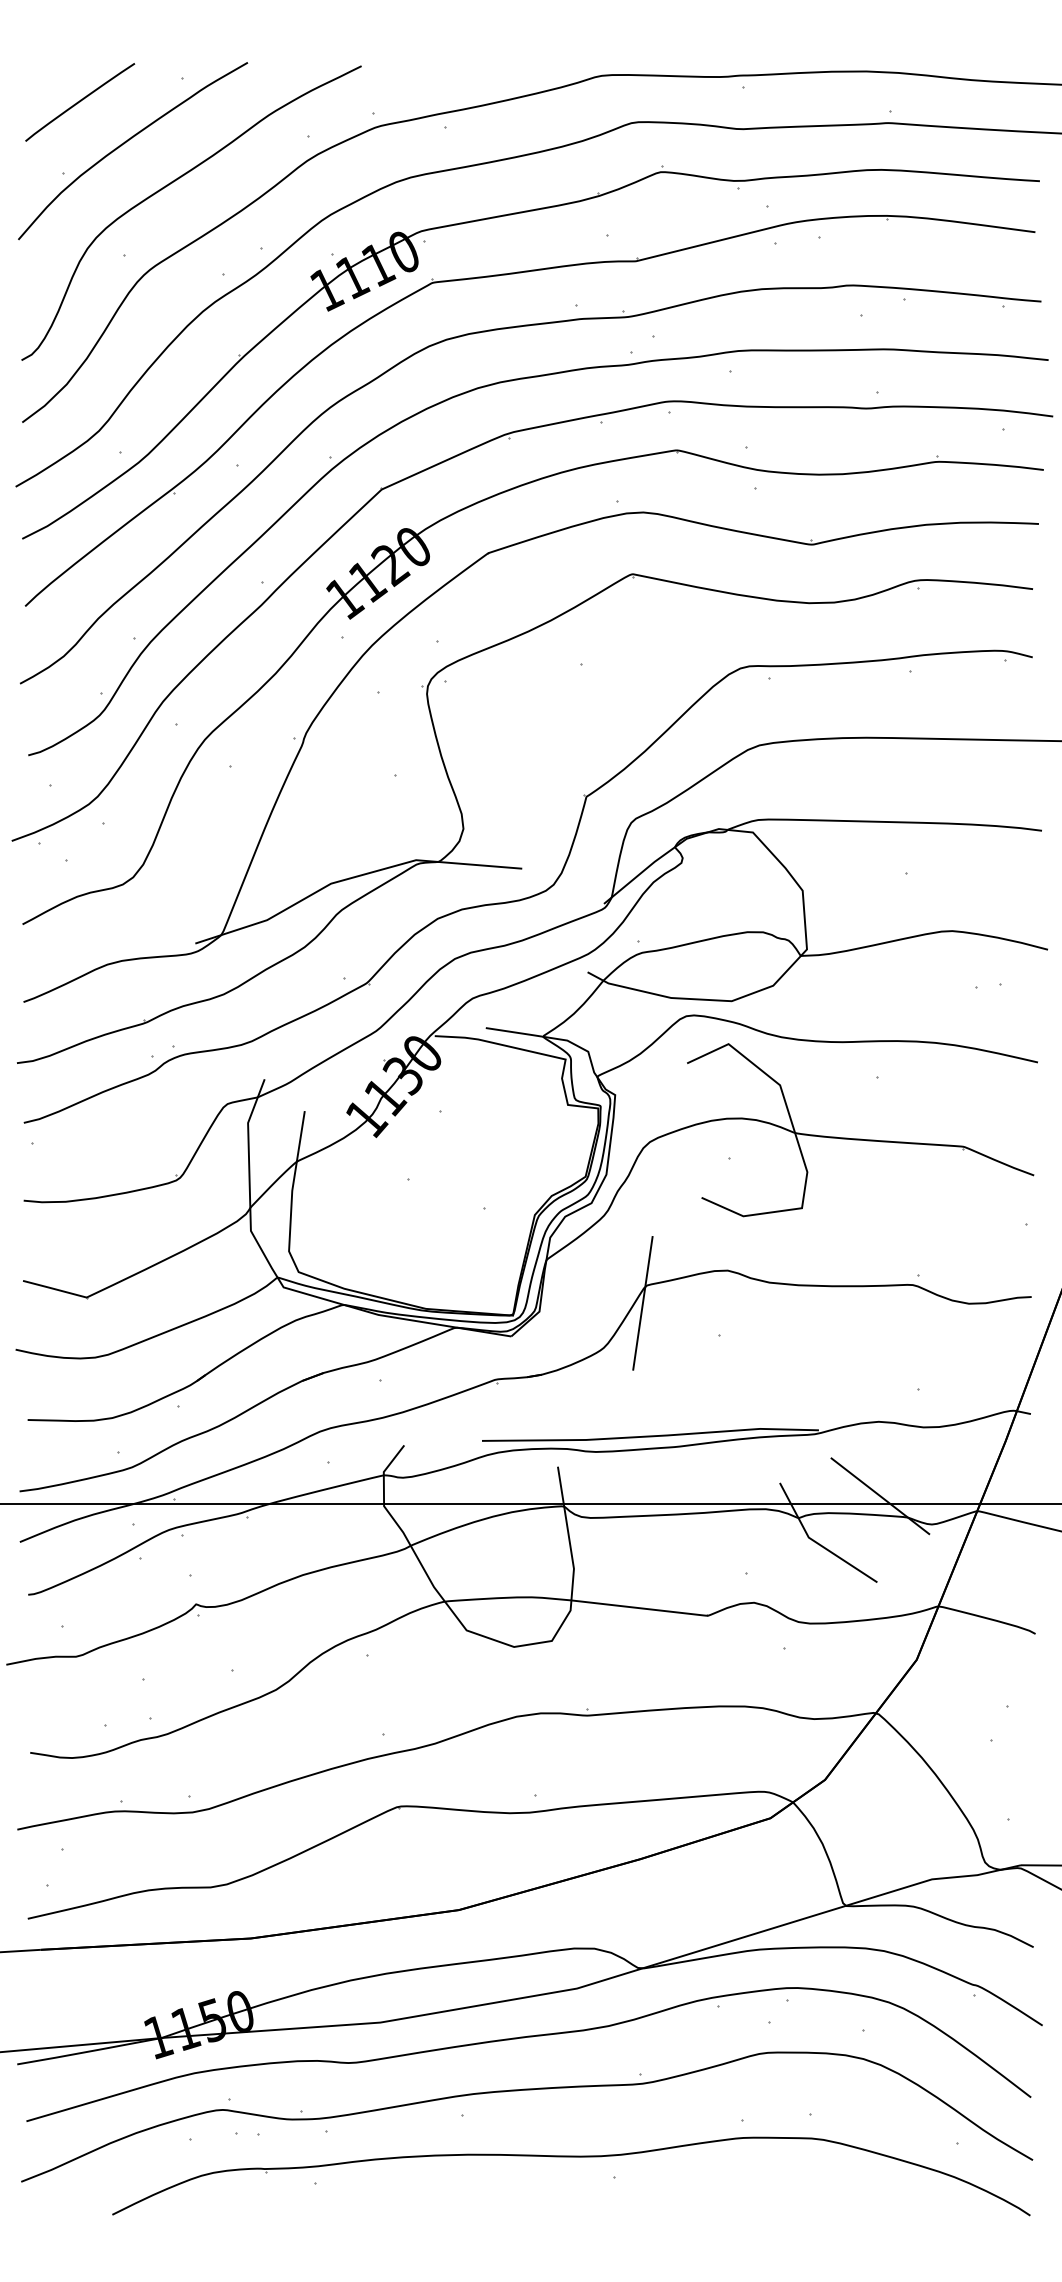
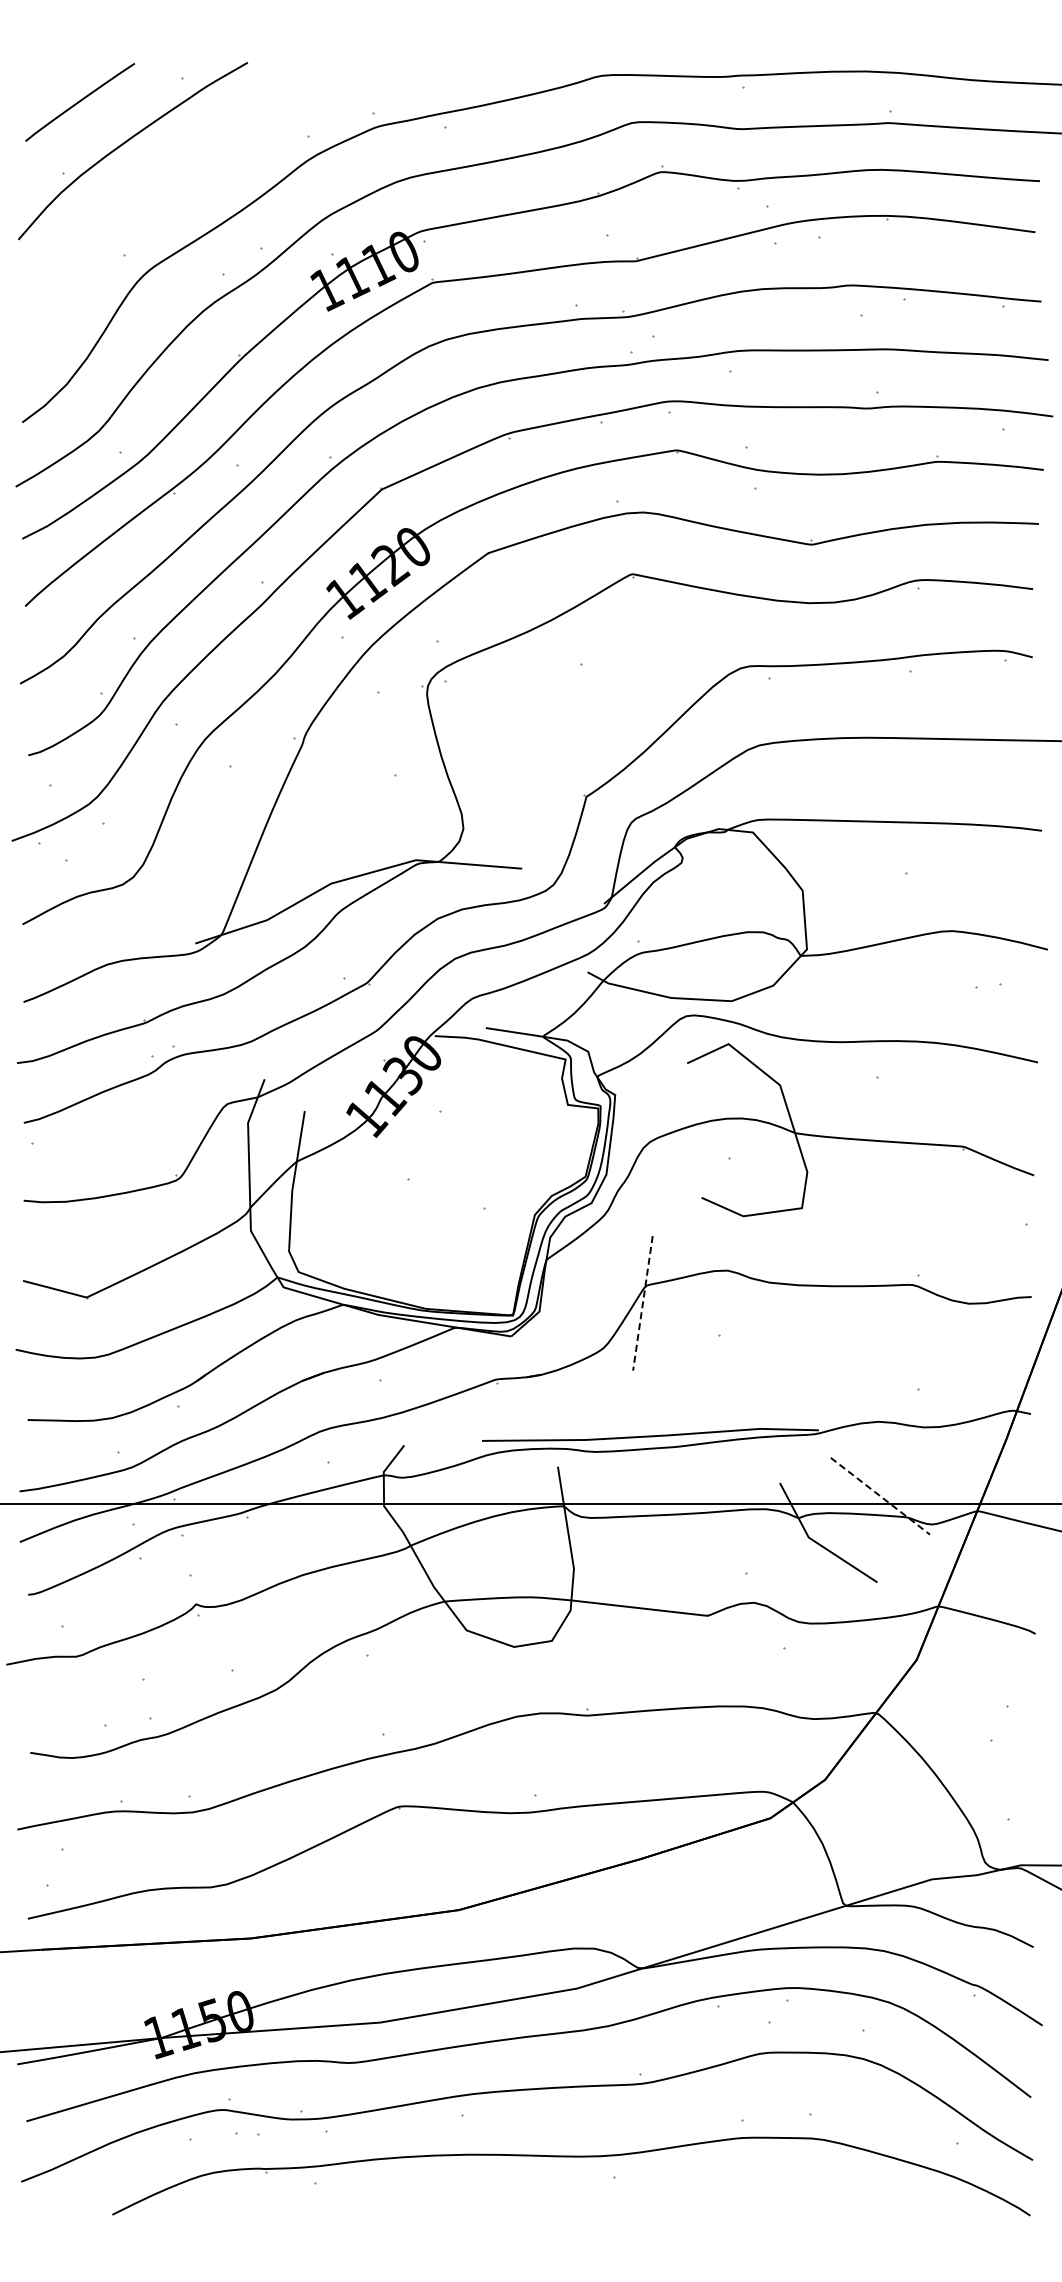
curve at (172, 183): present -> none
line at (642, 1303): solid -> dashed
line at (880, 1496): solid -> dashed
